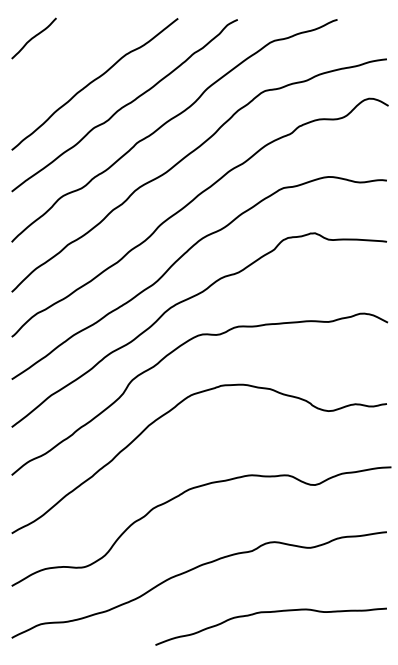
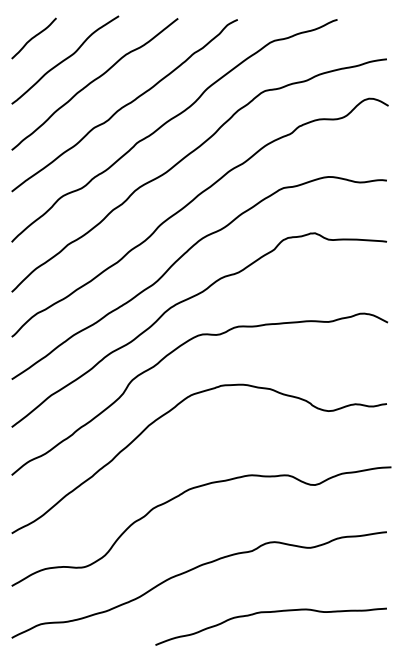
curve at (65, 59): none -> present
